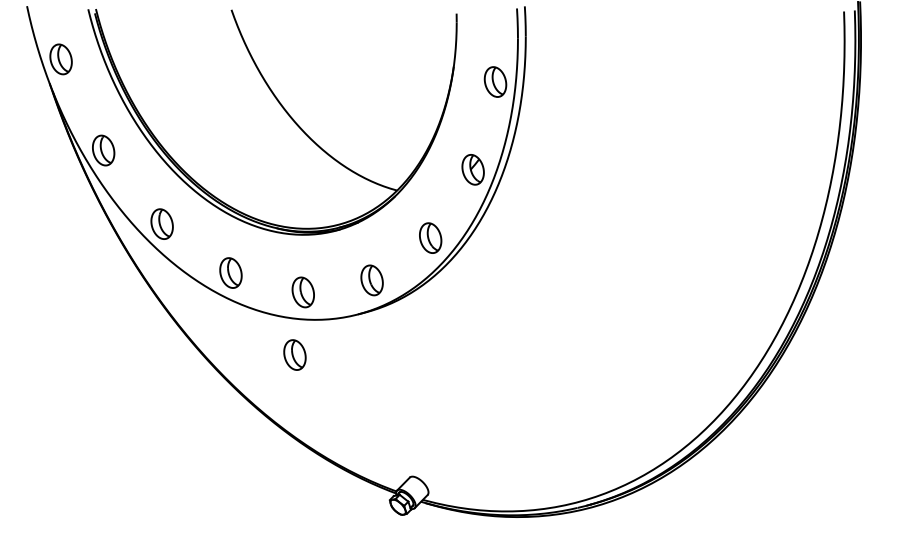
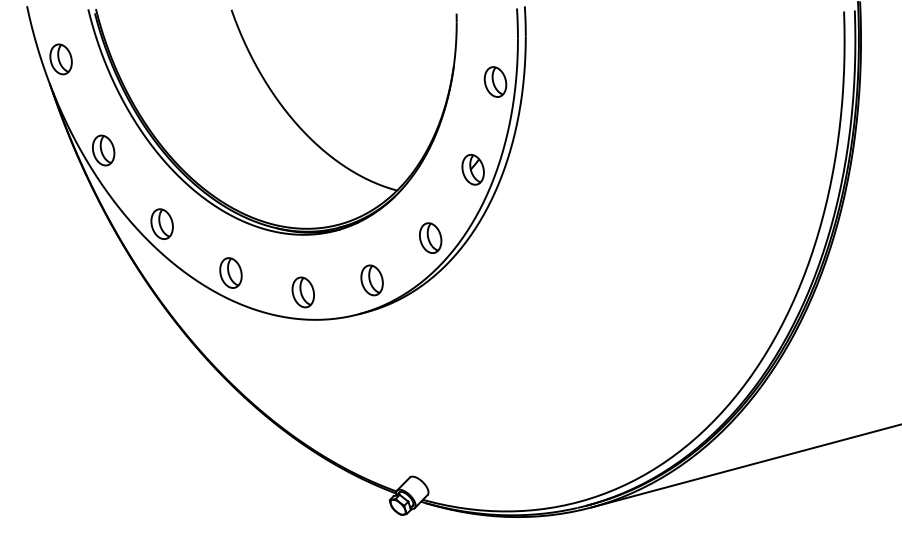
part at (294, 354): present -> none
line at (744, 466): none -> present
